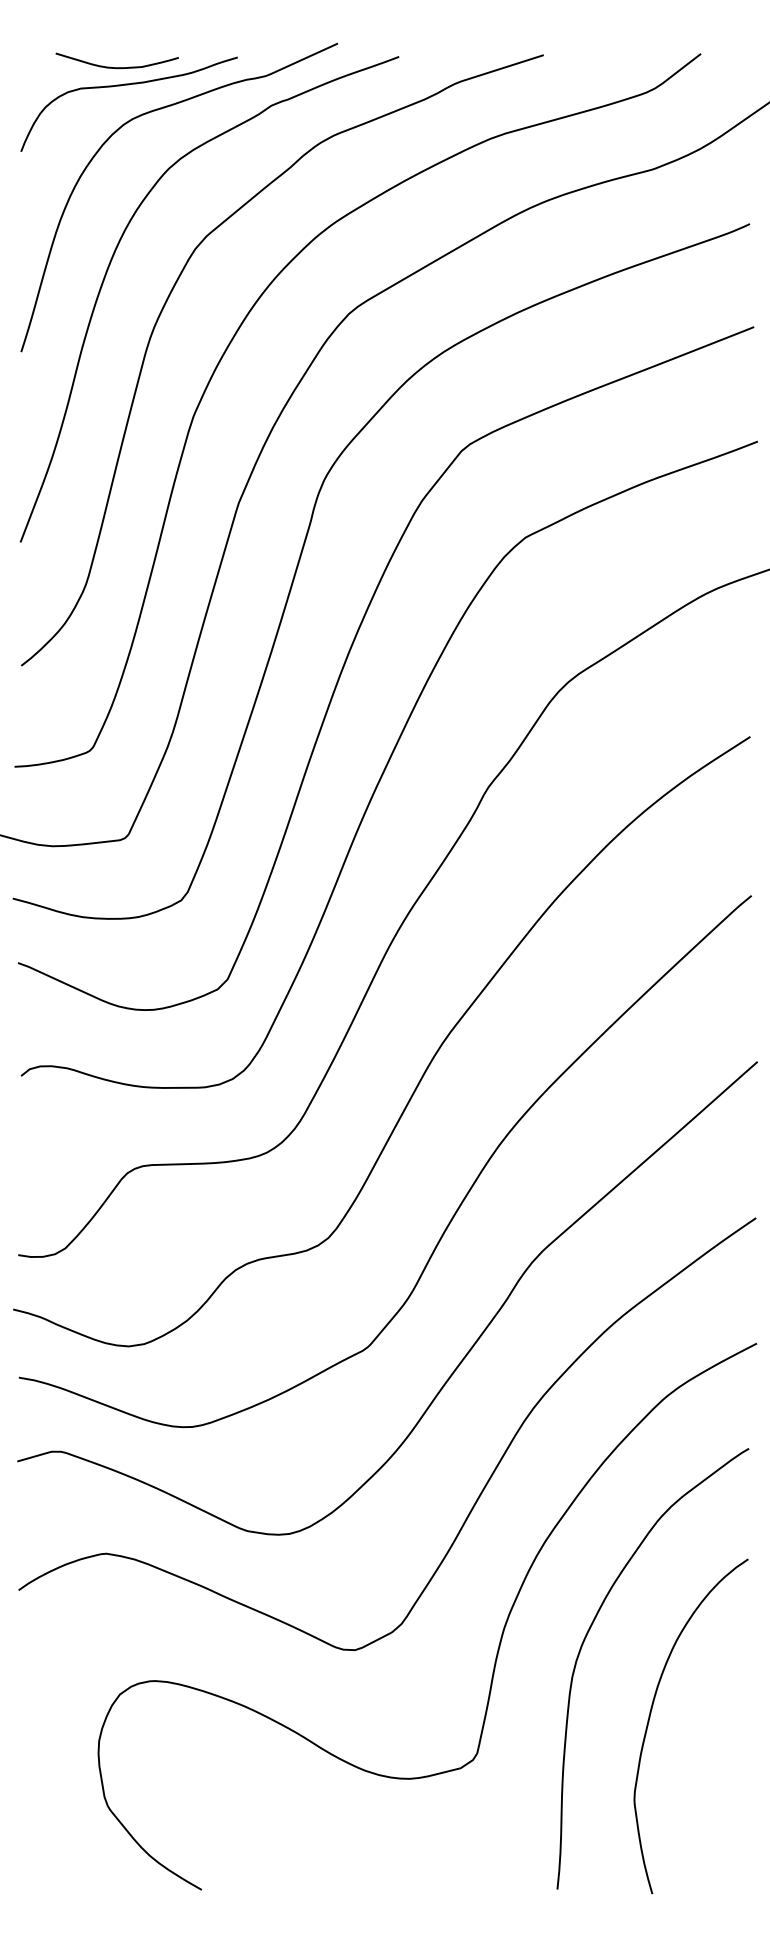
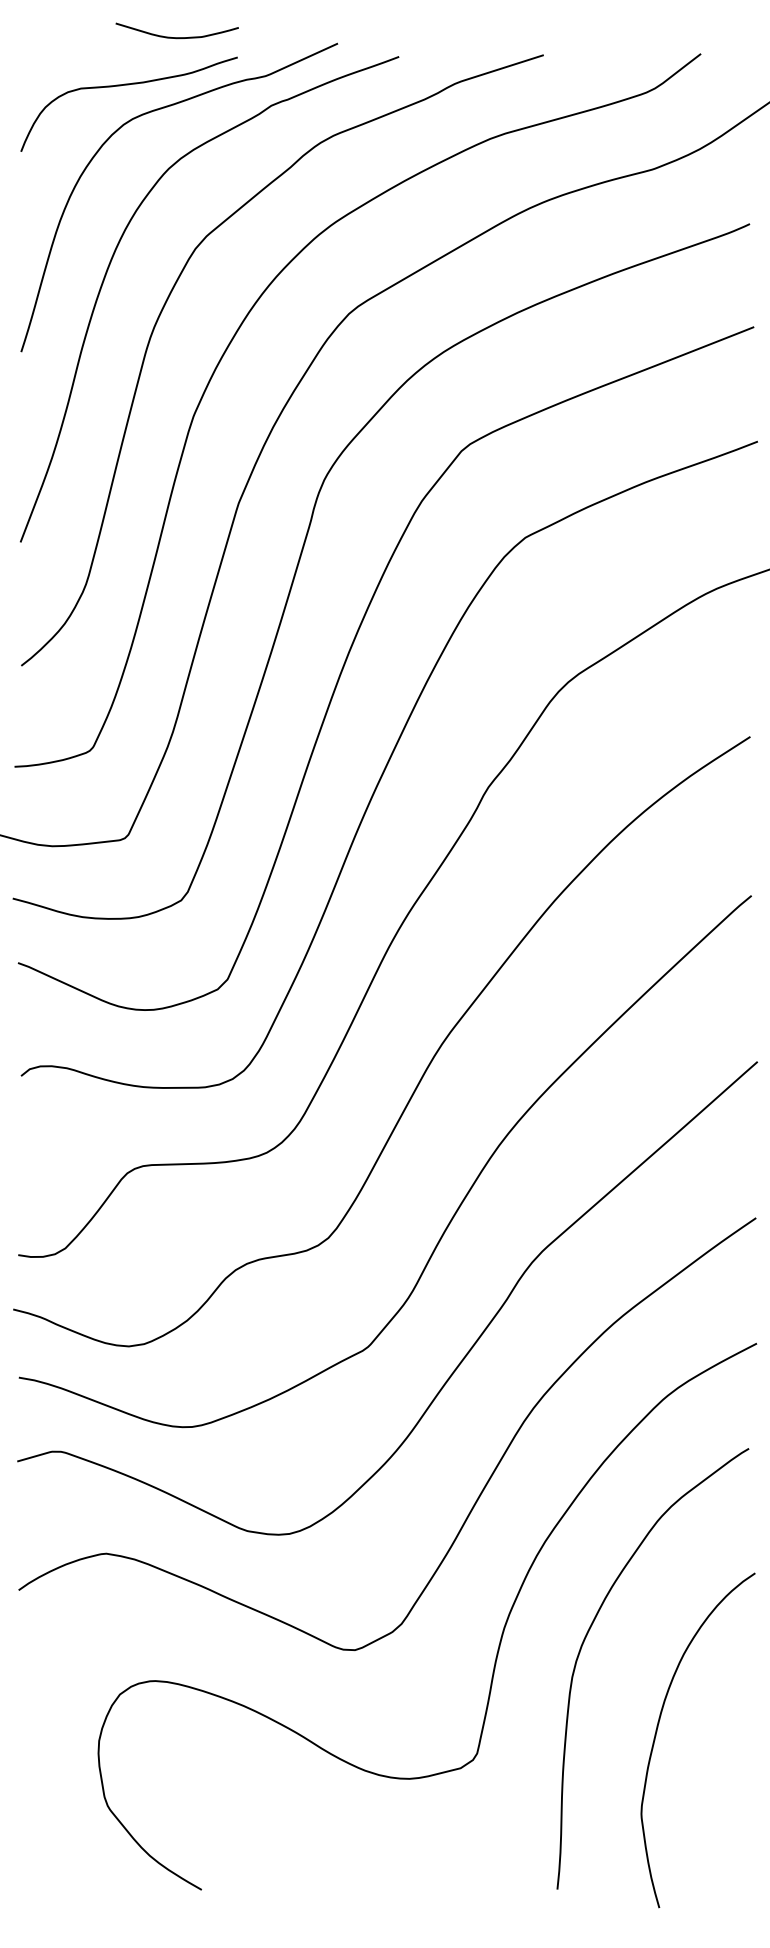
curve at (116, 67) position: (116, 67) -> (176, 37)
curve at (650, 1717) position: (650, 1717) -> (657, 1731)
